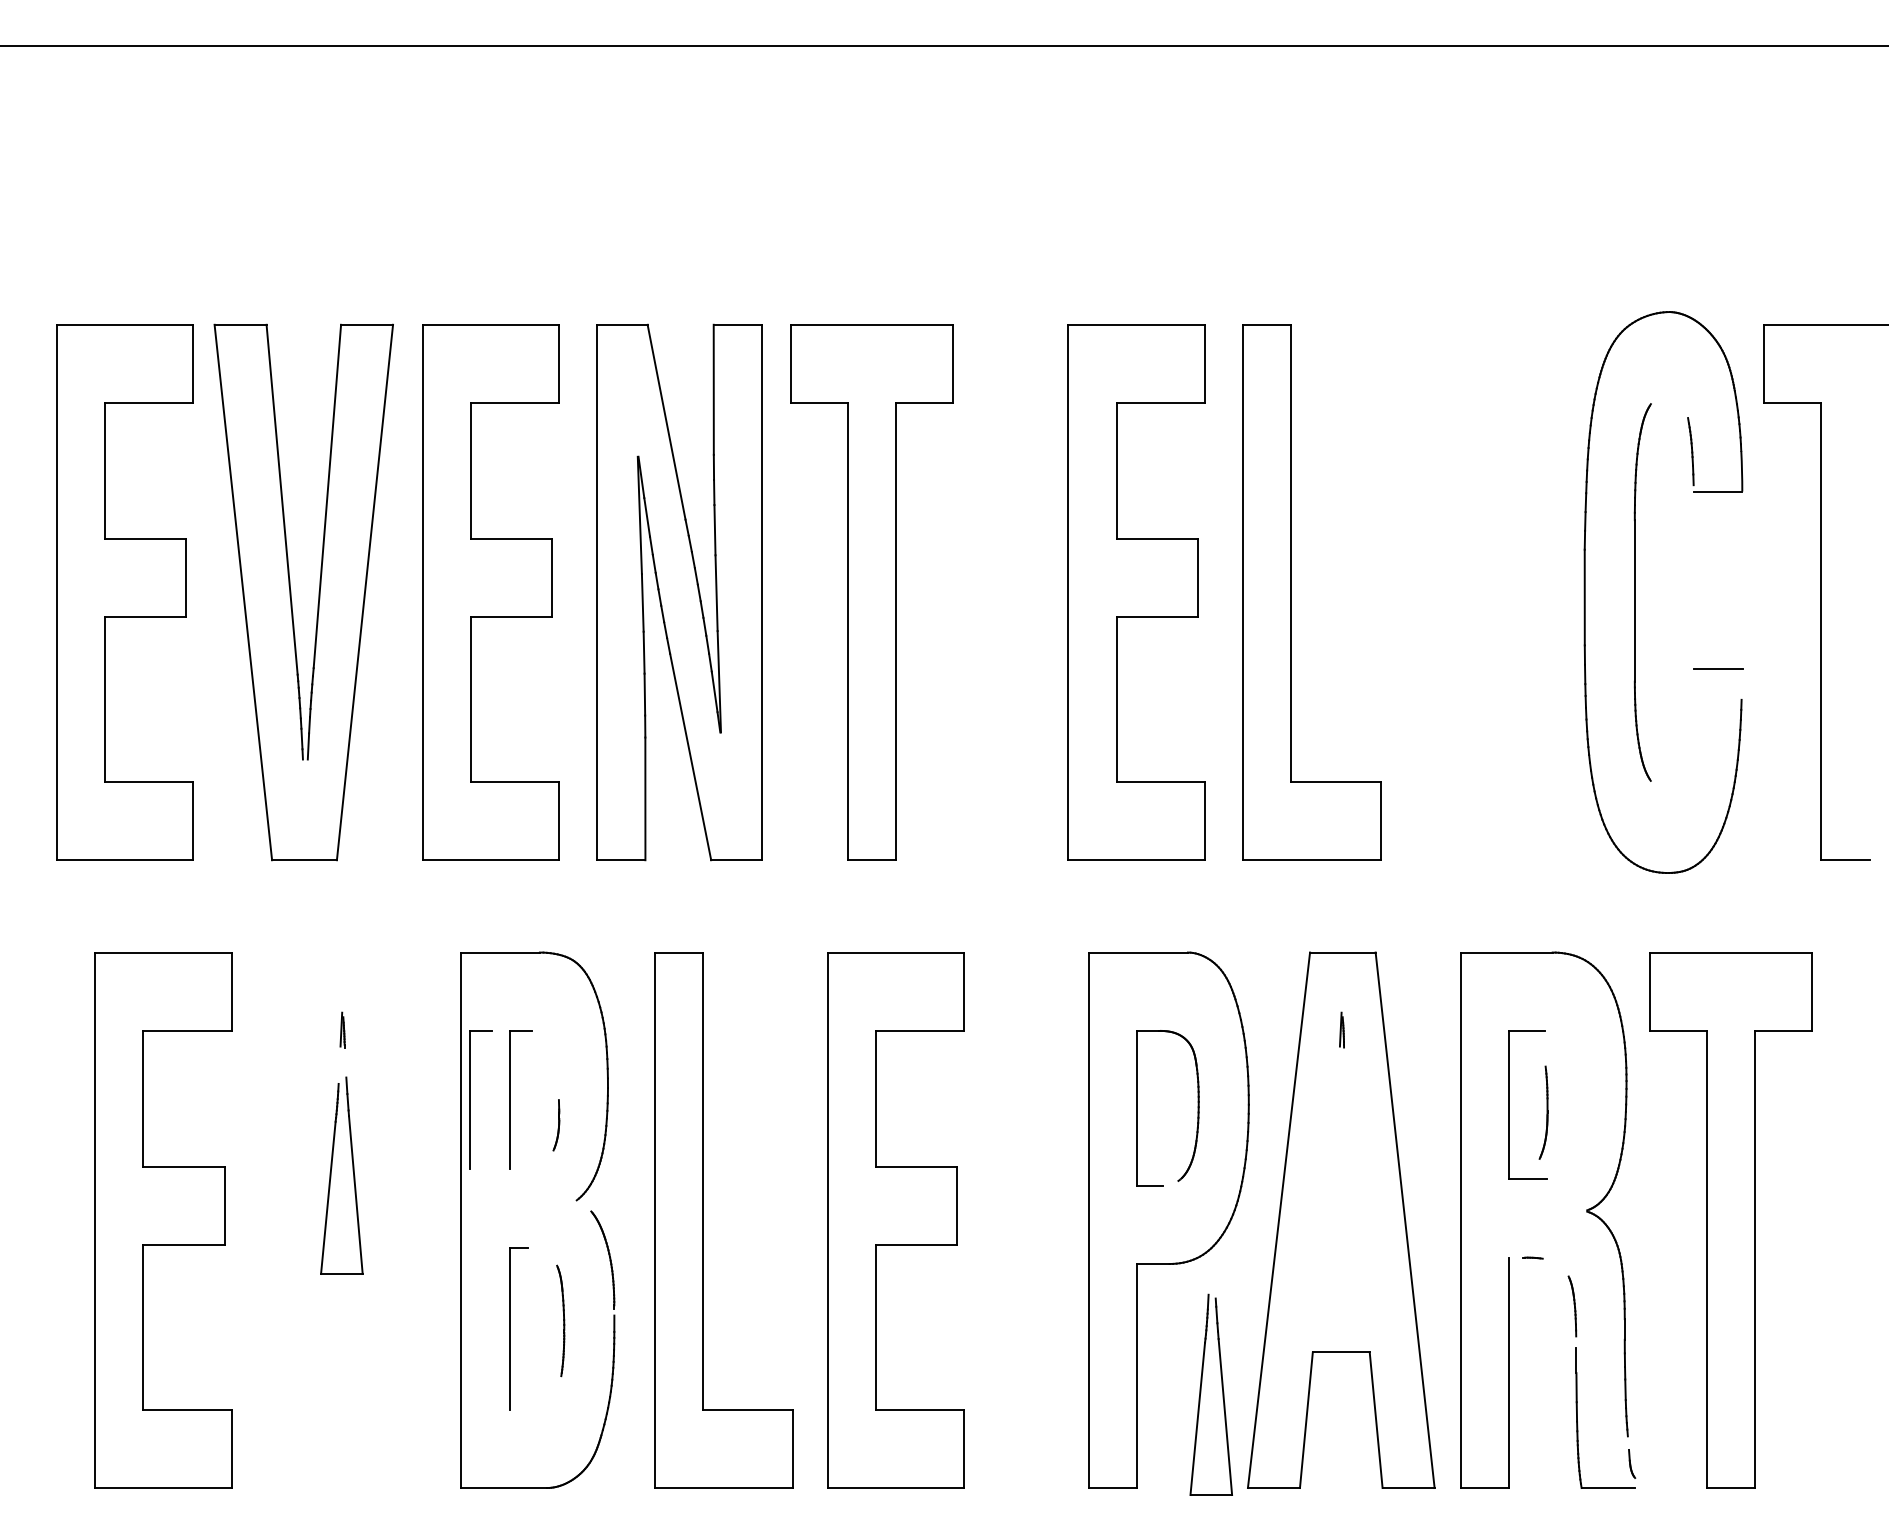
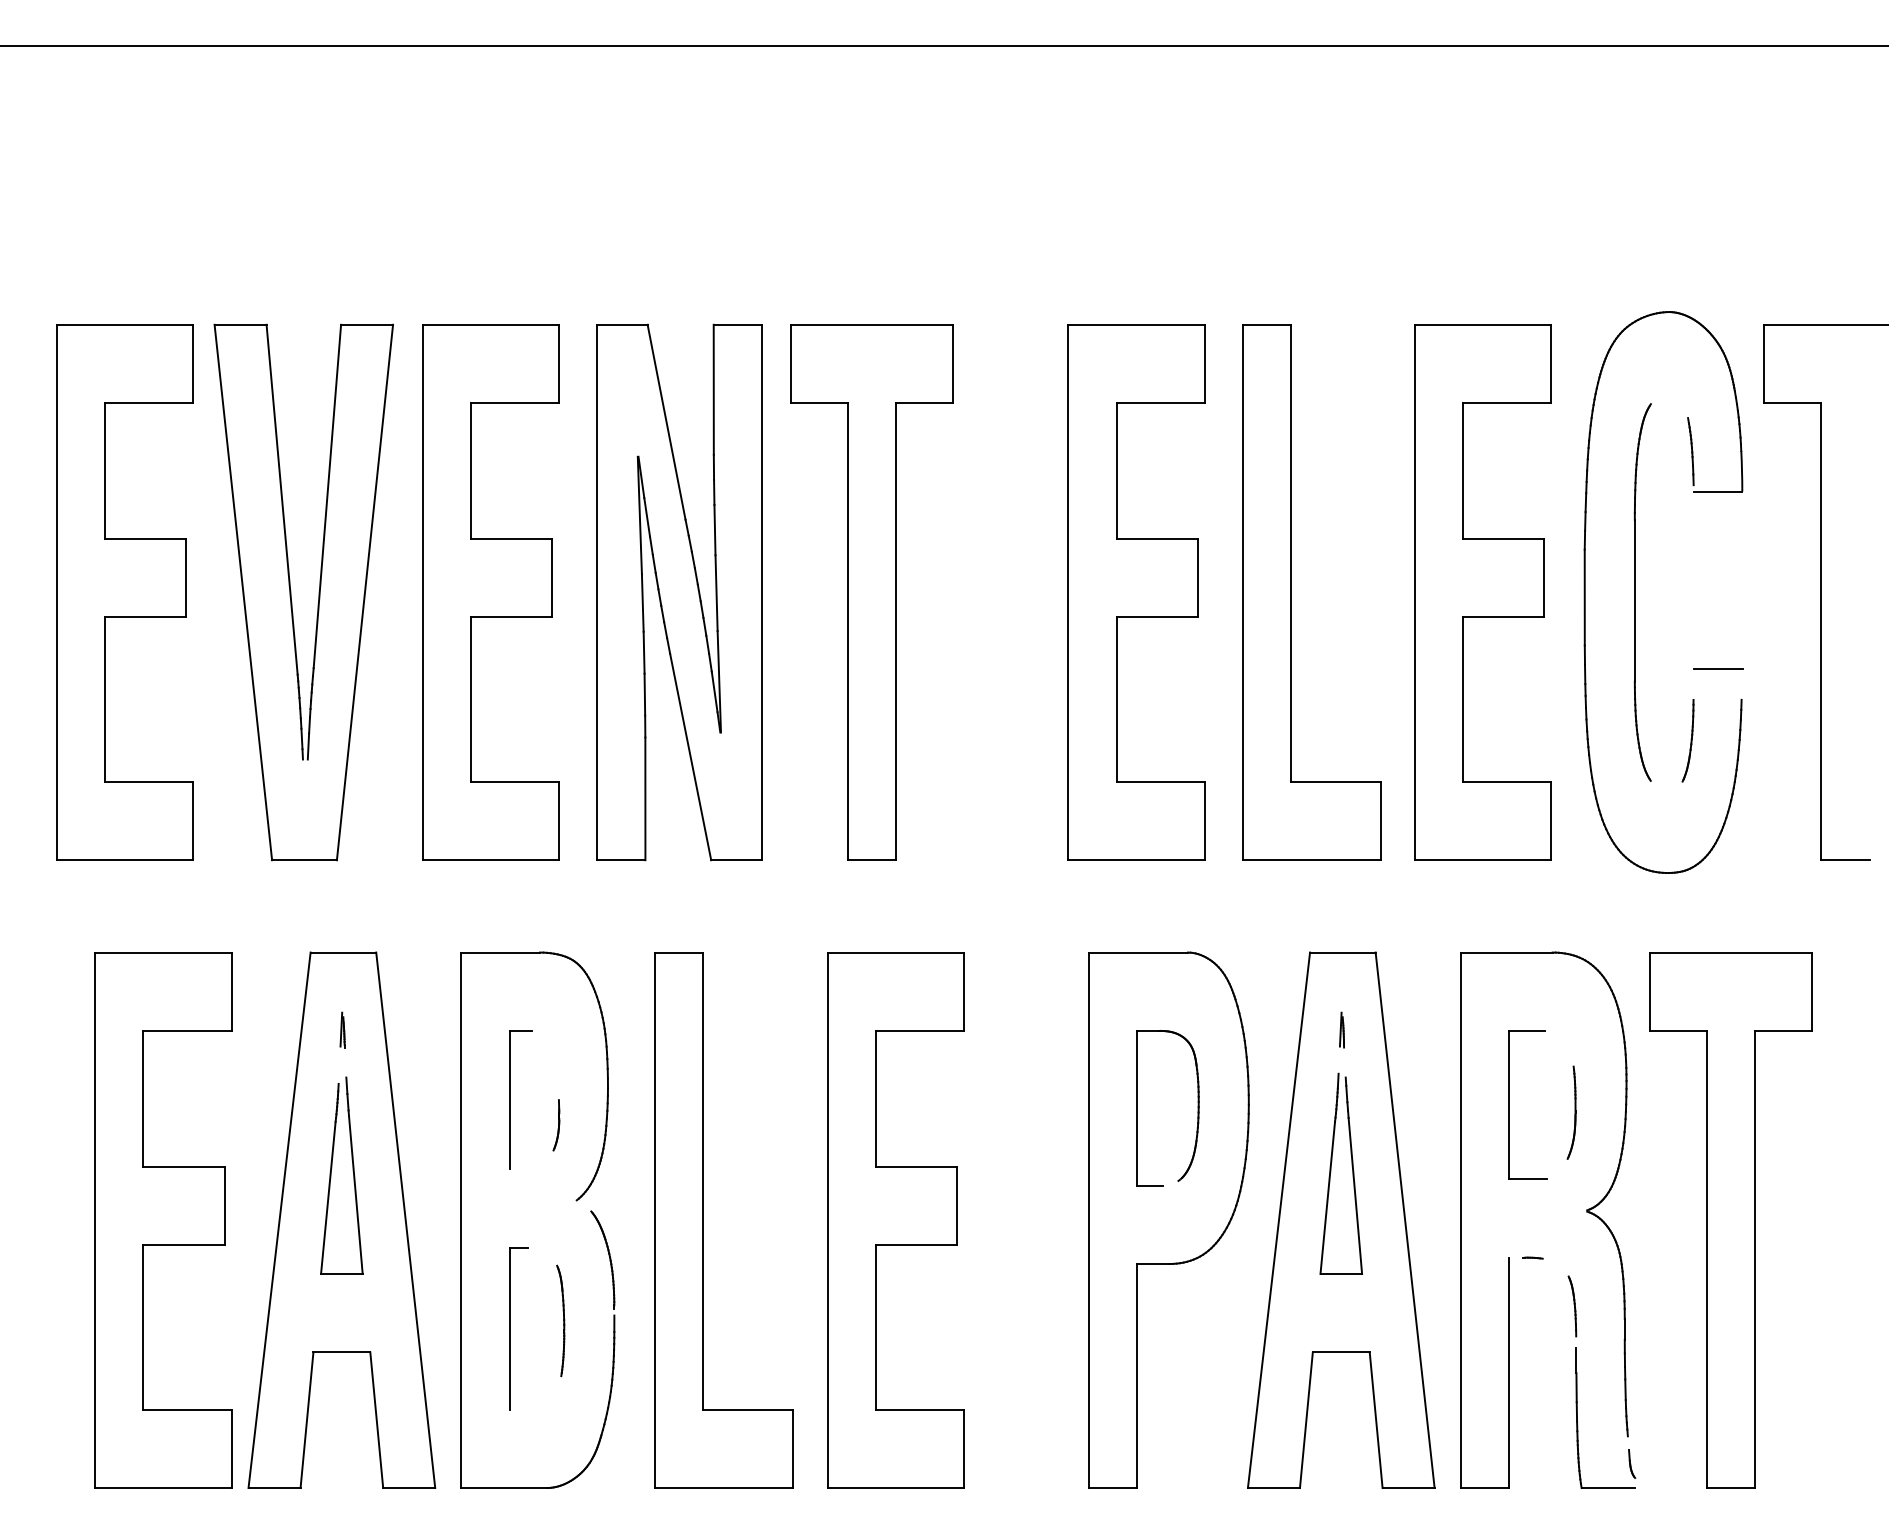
part at (1482, 592): none -> present
part at (1687, 740): none -> present
part at (470, 1099): present -> none
part at (1543, 1112) position: (1543, 1112) -> (1571, 1112)
part at (341, 1219): none -> present
part at (1201, 1393) position: (1201, 1393) -> (1331, 1172)
